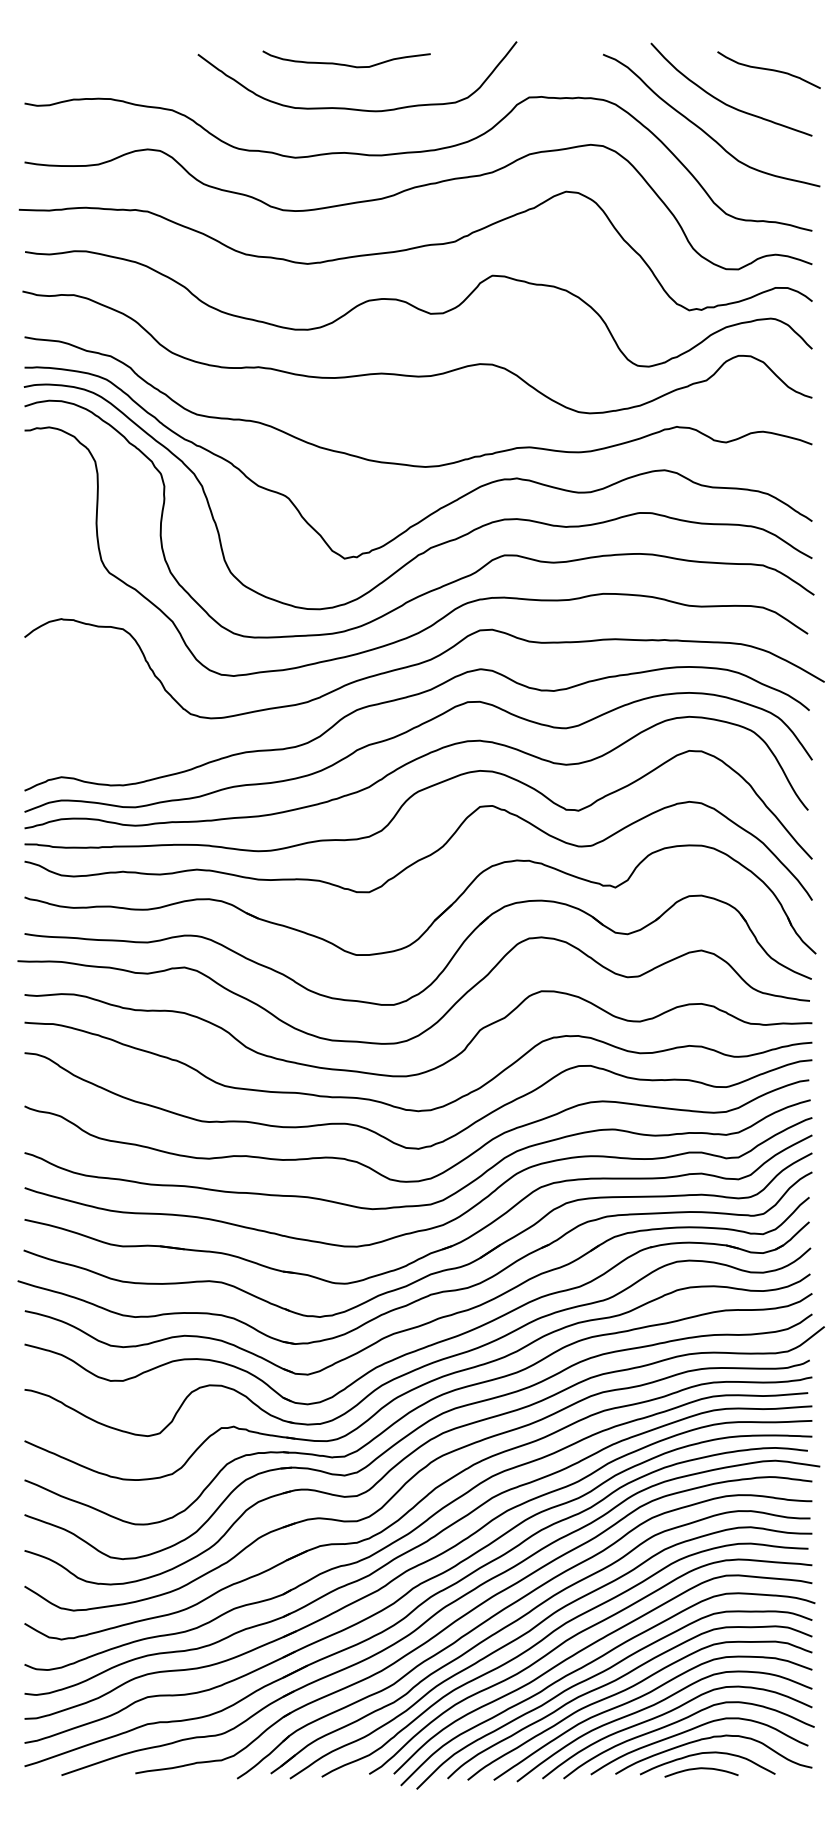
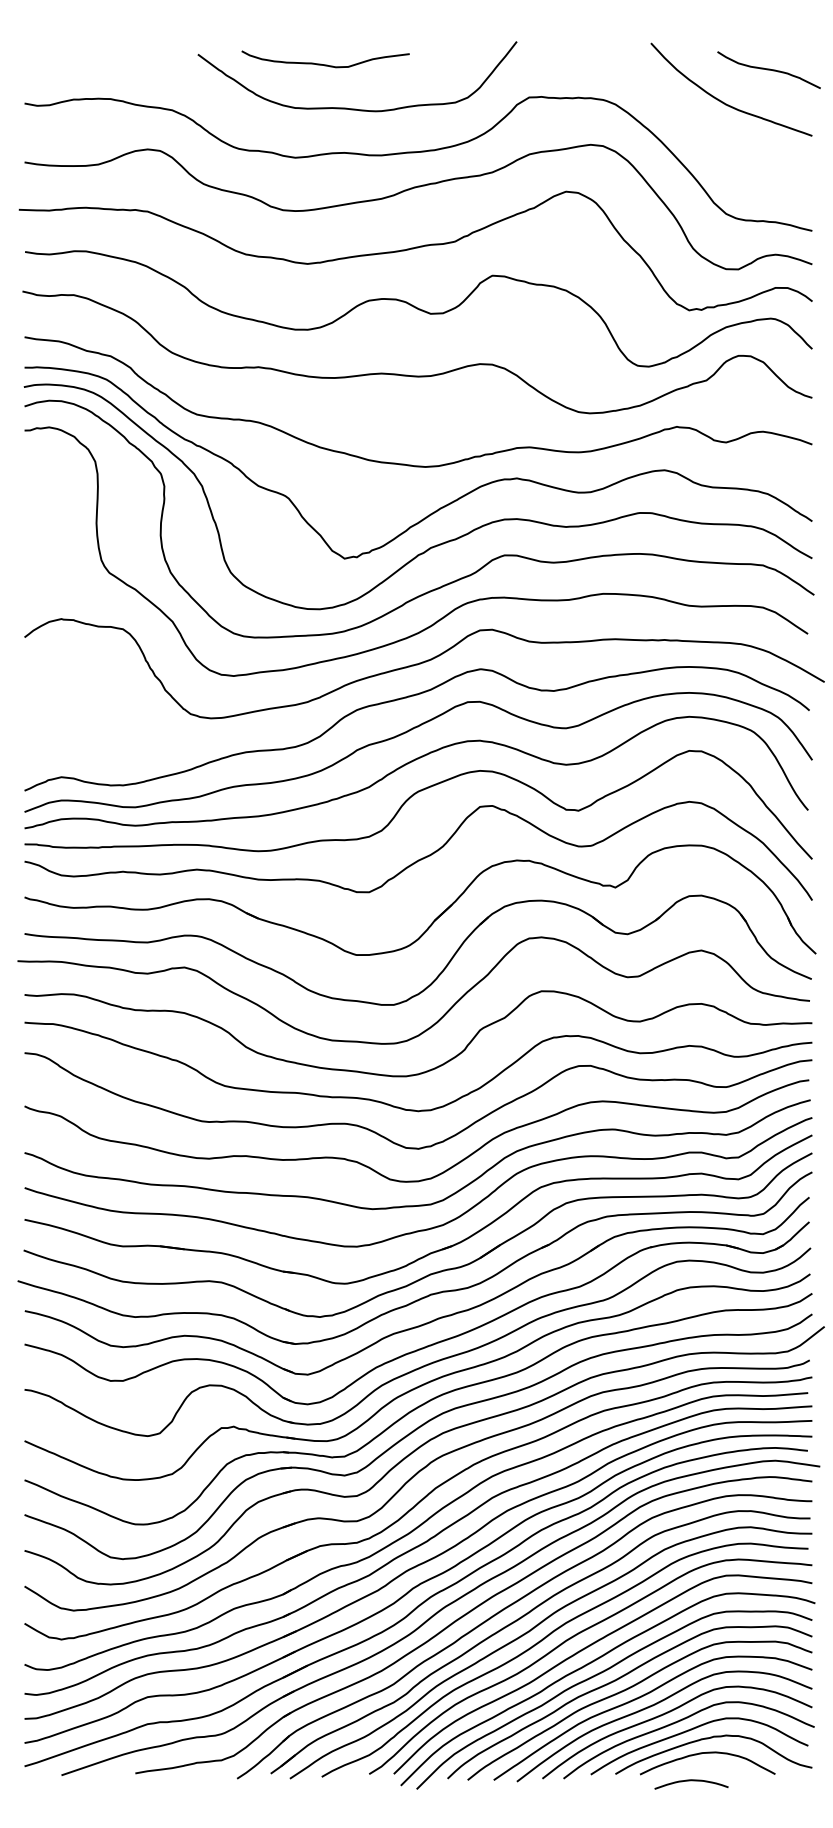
curve at (346, 64) position: (346, 64) -> (325, 64)
curve at (703, 129): present -> none
curve at (701, 1769) position: (701, 1769) -> (691, 1781)
